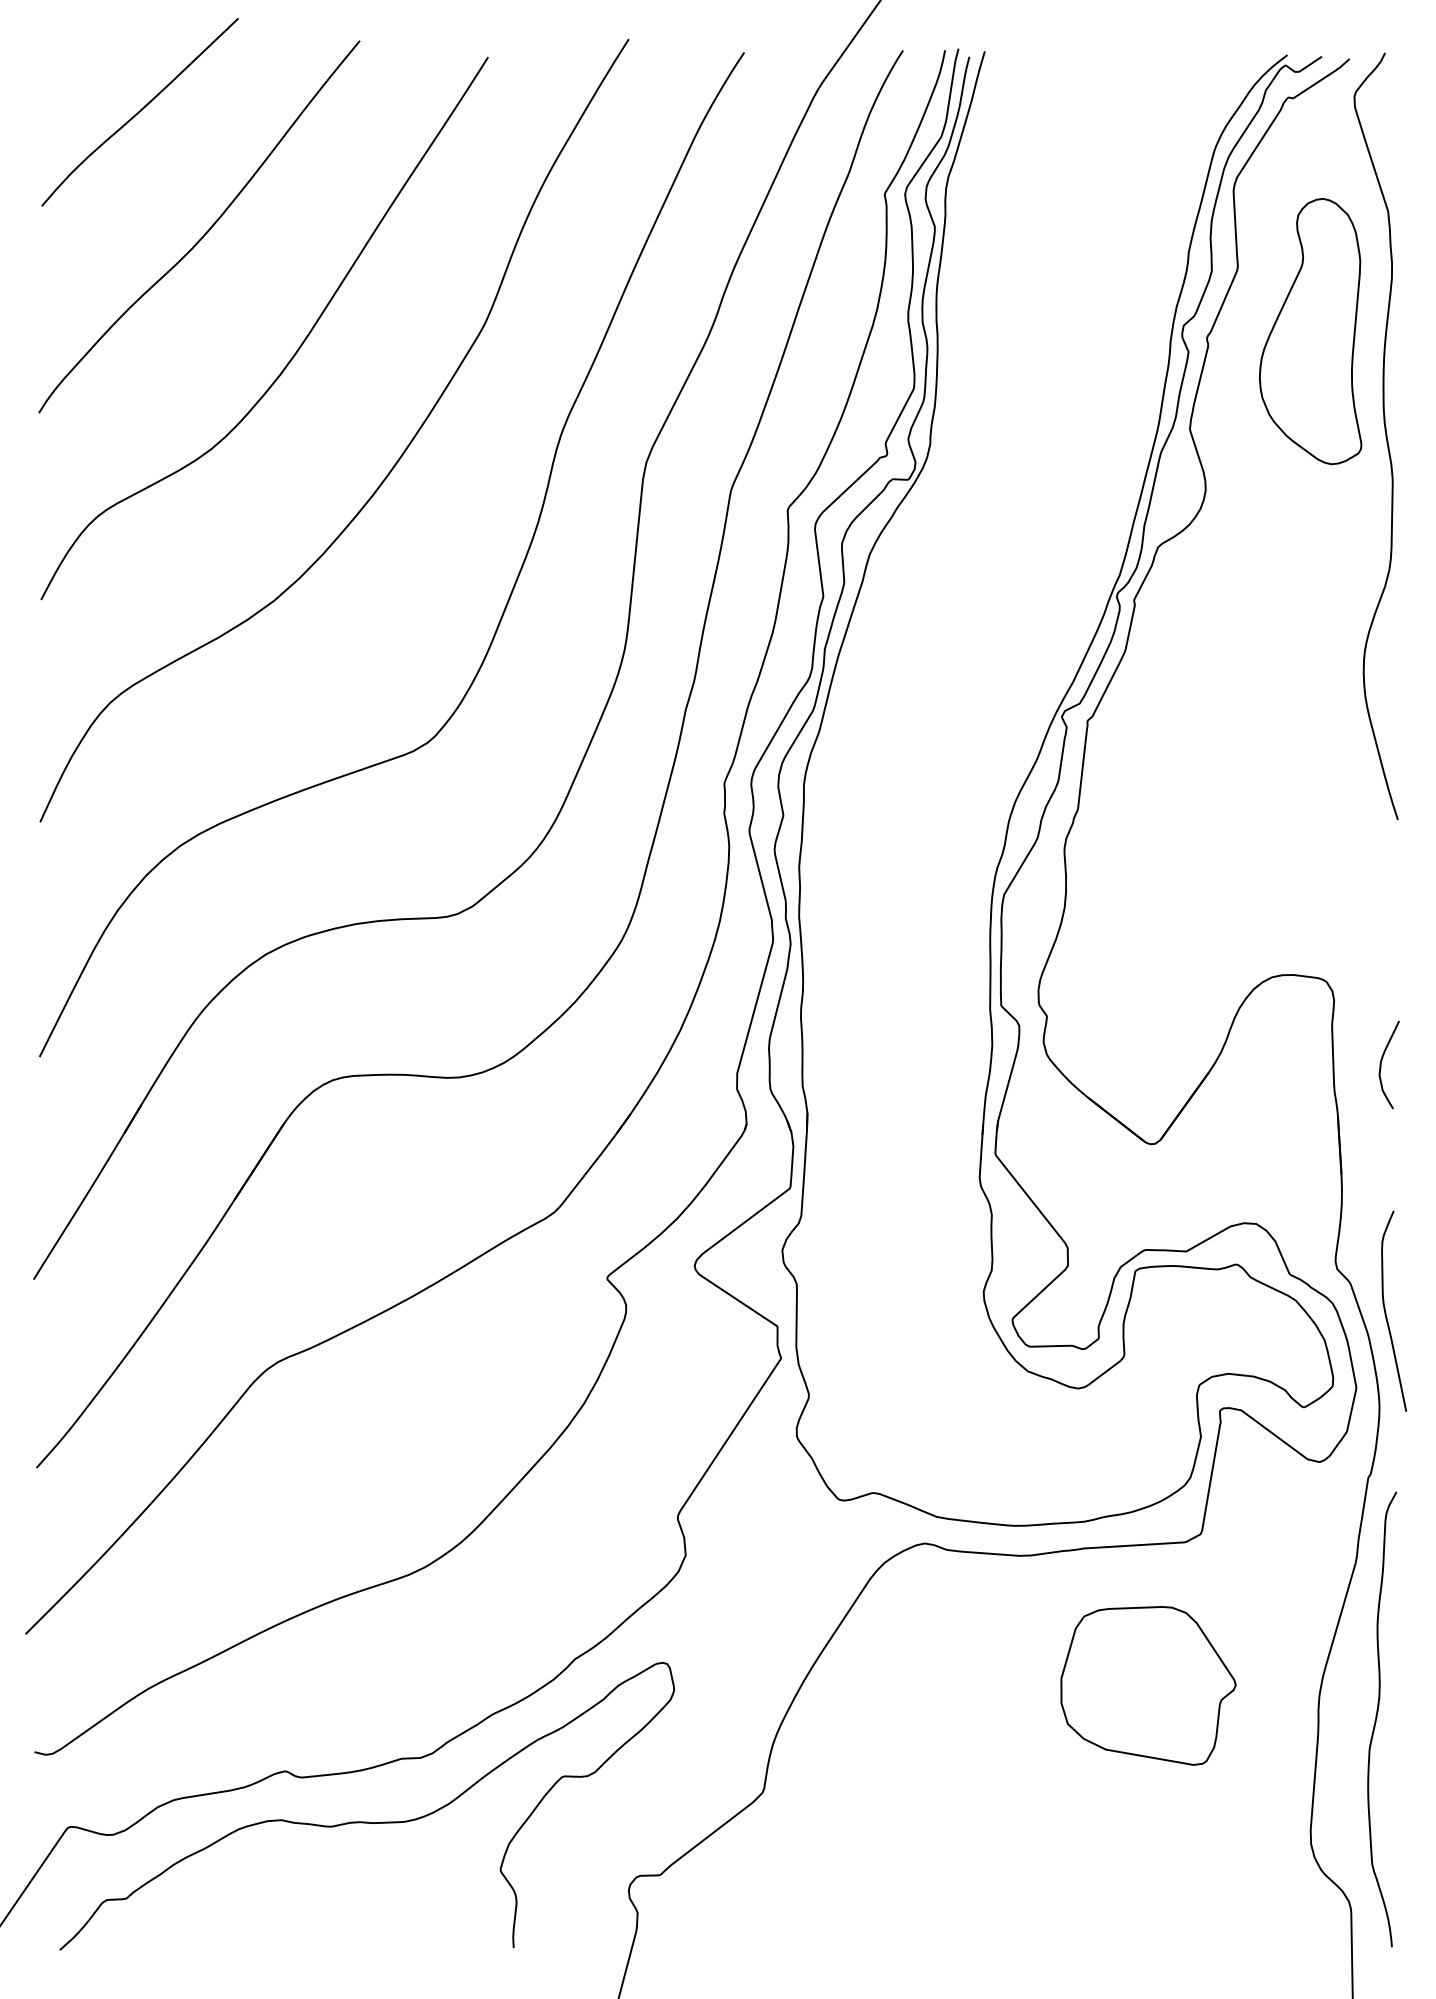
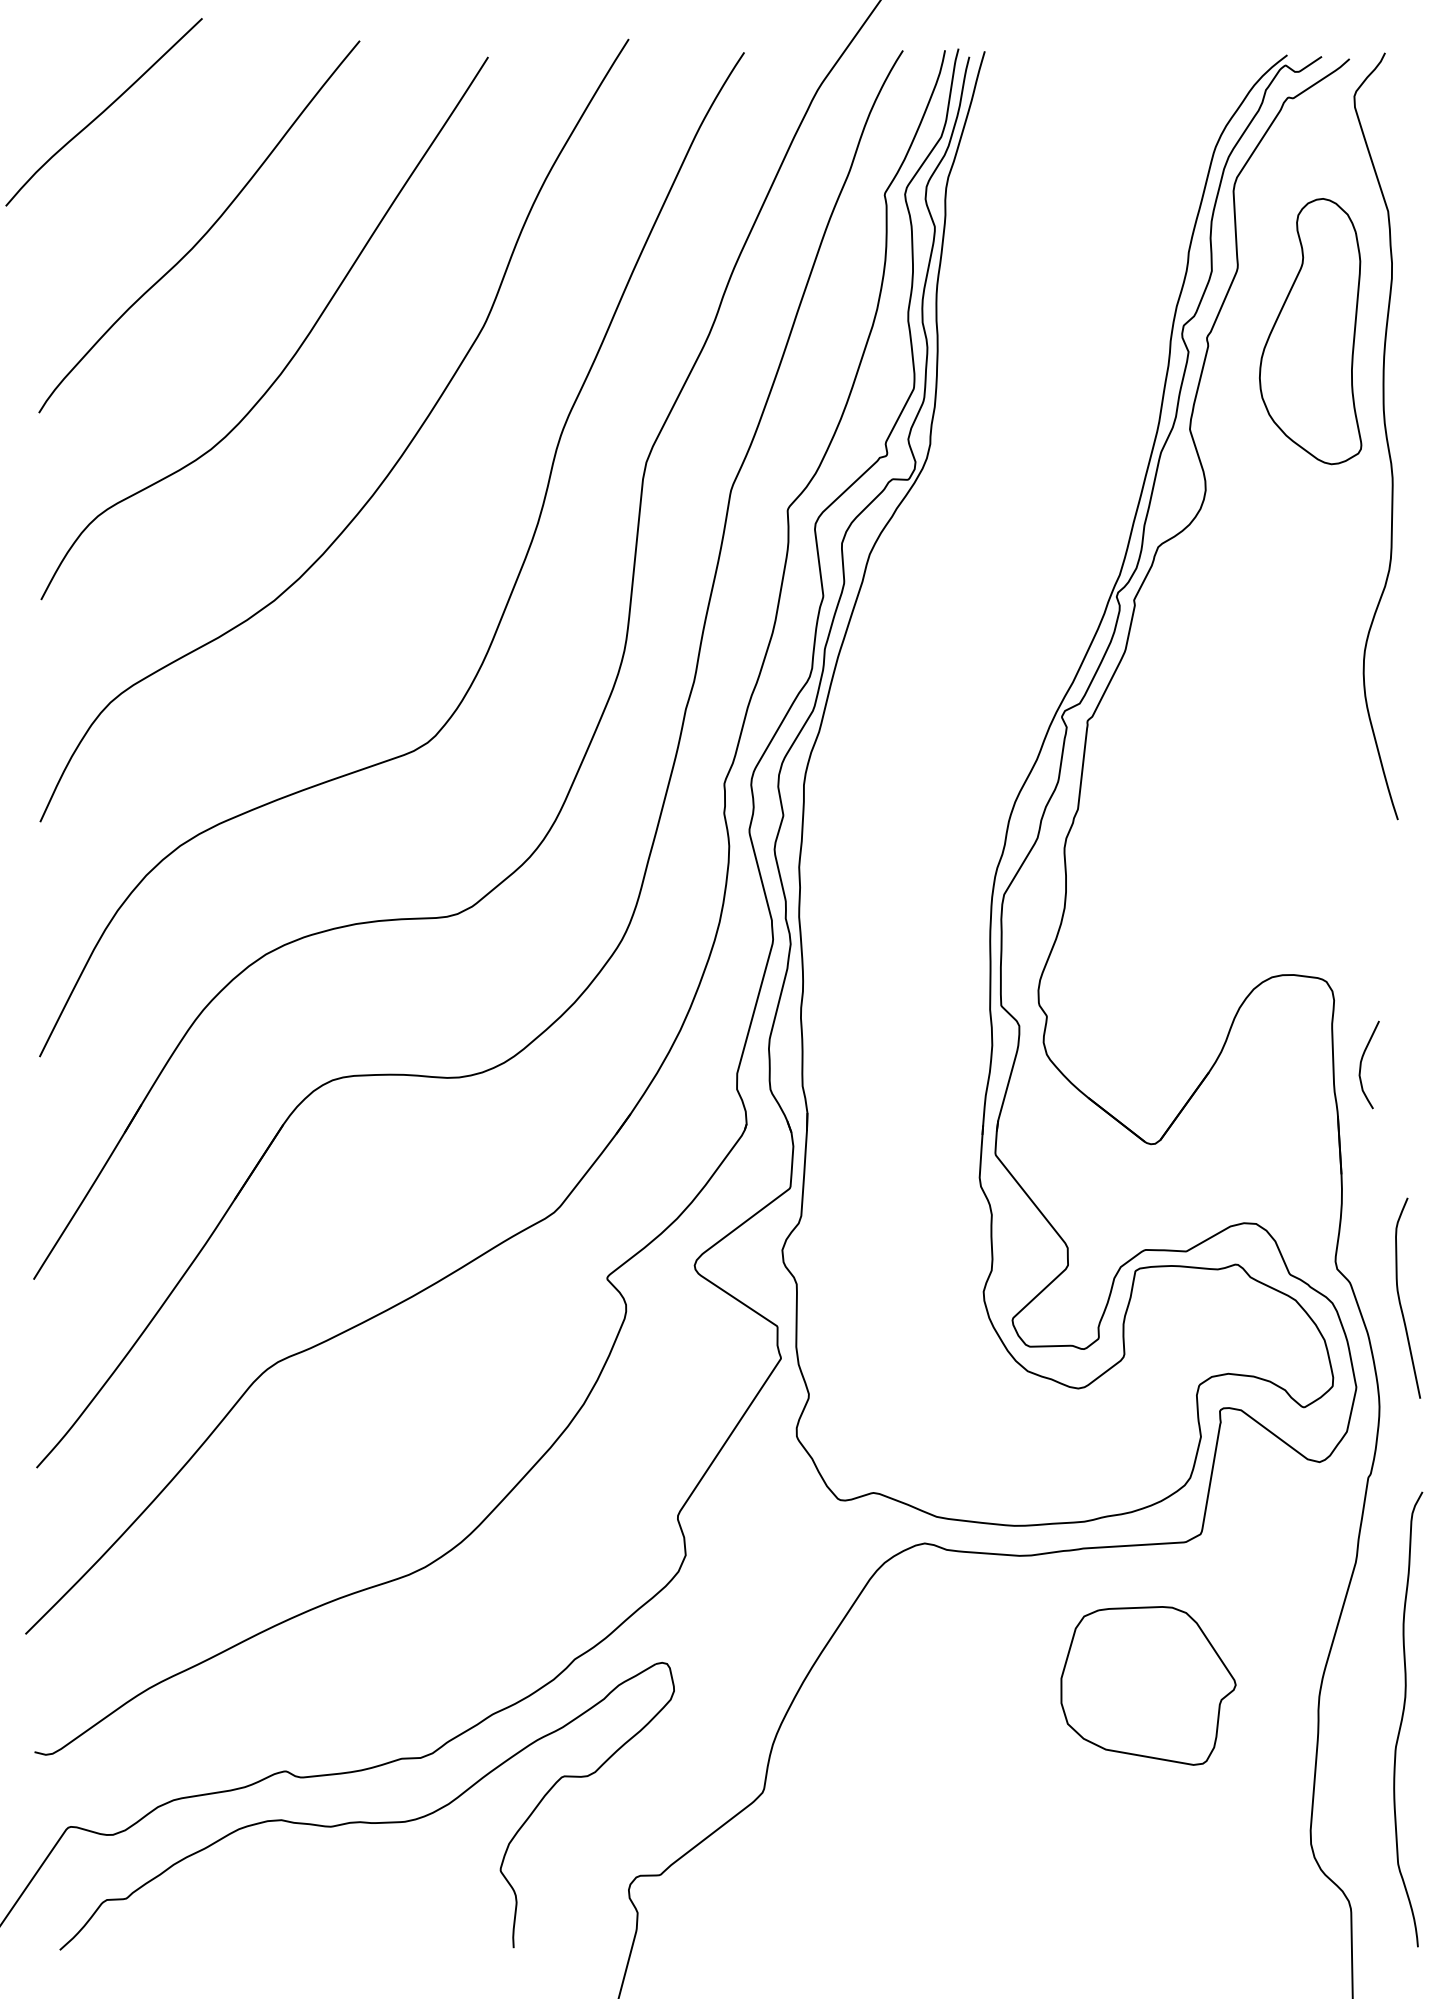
curve at (139, 112) position: (139, 112) -> (103, 112)
curve at (1382, 1061) position: (1382, 1061) -> (1362, 1061)
curve at (1386, 1312) position: (1386, 1312) -> (1400, 1299)
curve at (1377, 1718) position: (1377, 1718) -> (1403, 1718)
